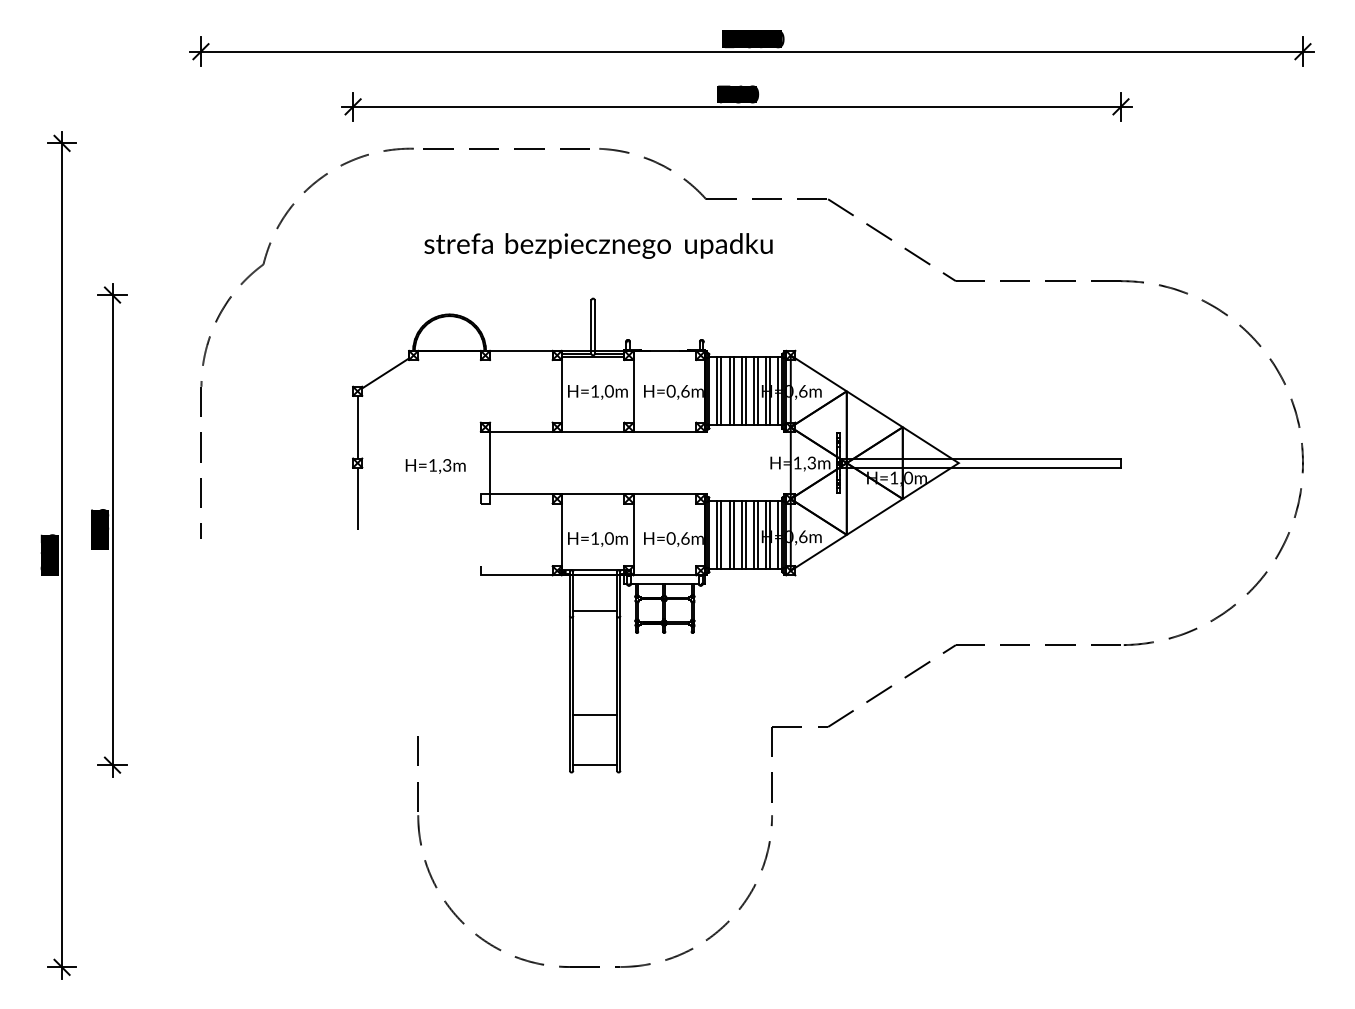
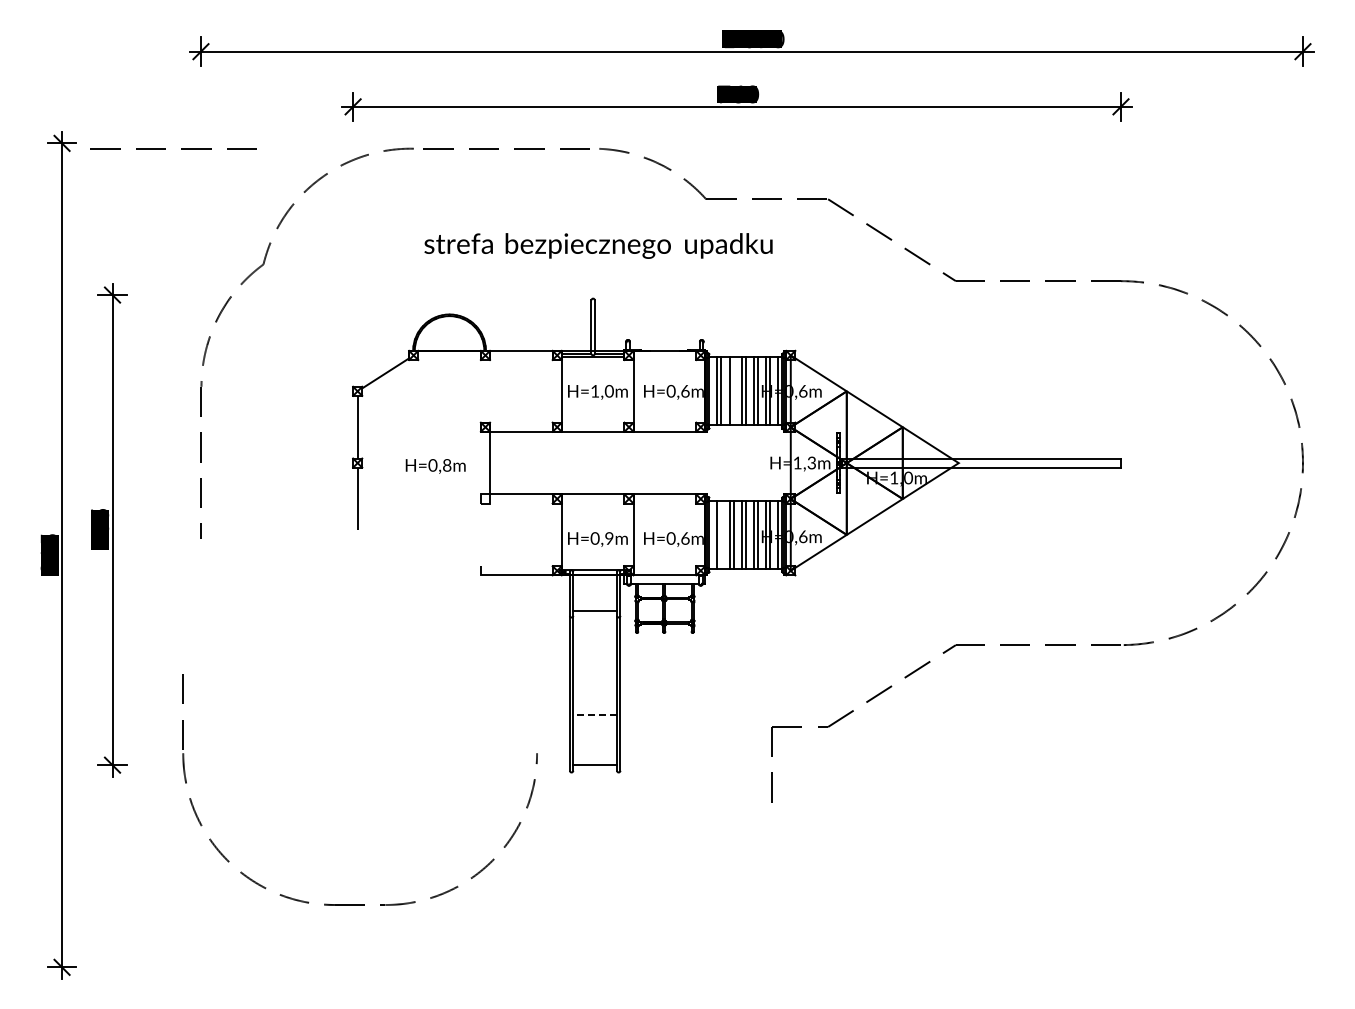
line at (165, 148): none -> present
line at (733, 391): present -> none
text at (439, 465): H=1,3m -> H=0,8m
line at (721, 534): present -> none
text at (601, 538): H=1,0m -> H=0,9m
line at (595, 714): solid -> dashed
part at (594, 966) position: (594, 966) -> (359, 904)
